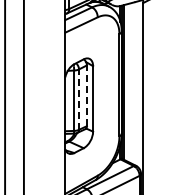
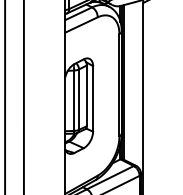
line at (86, 95): dashed -> solid
line at (79, 99): dashed -> solid
